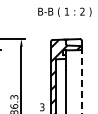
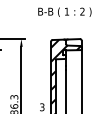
line at (81, 81): dashed -> solid
